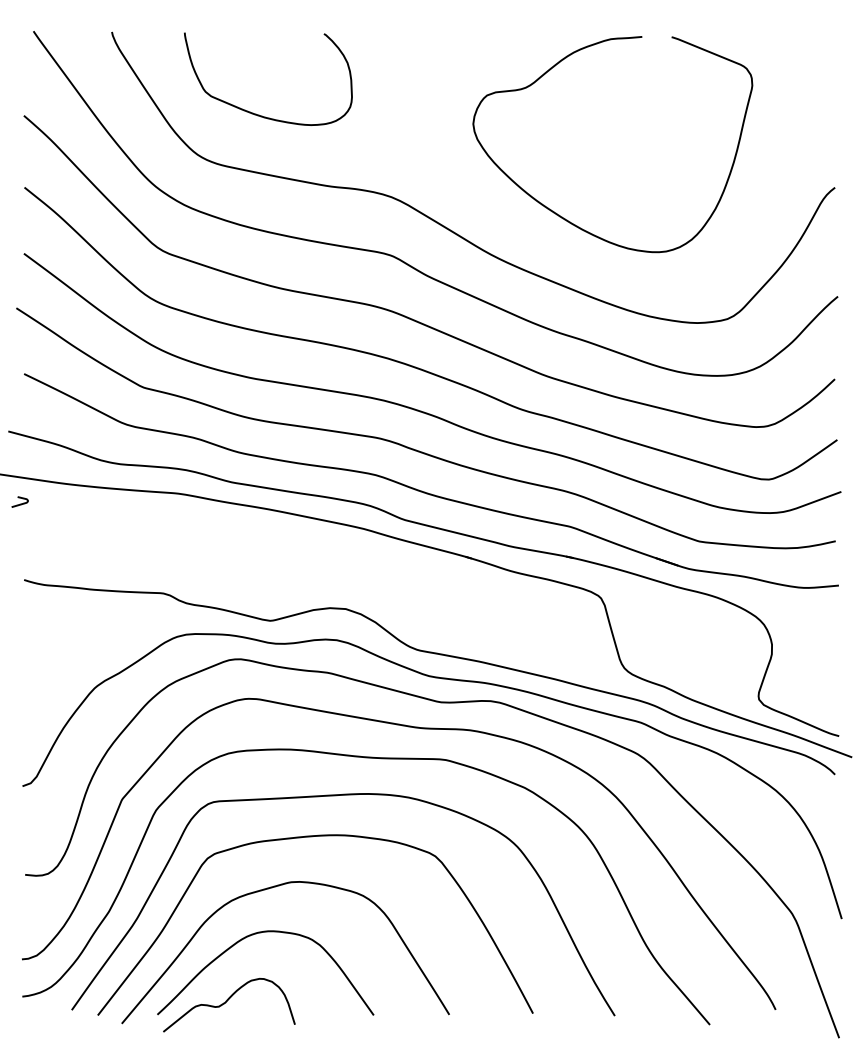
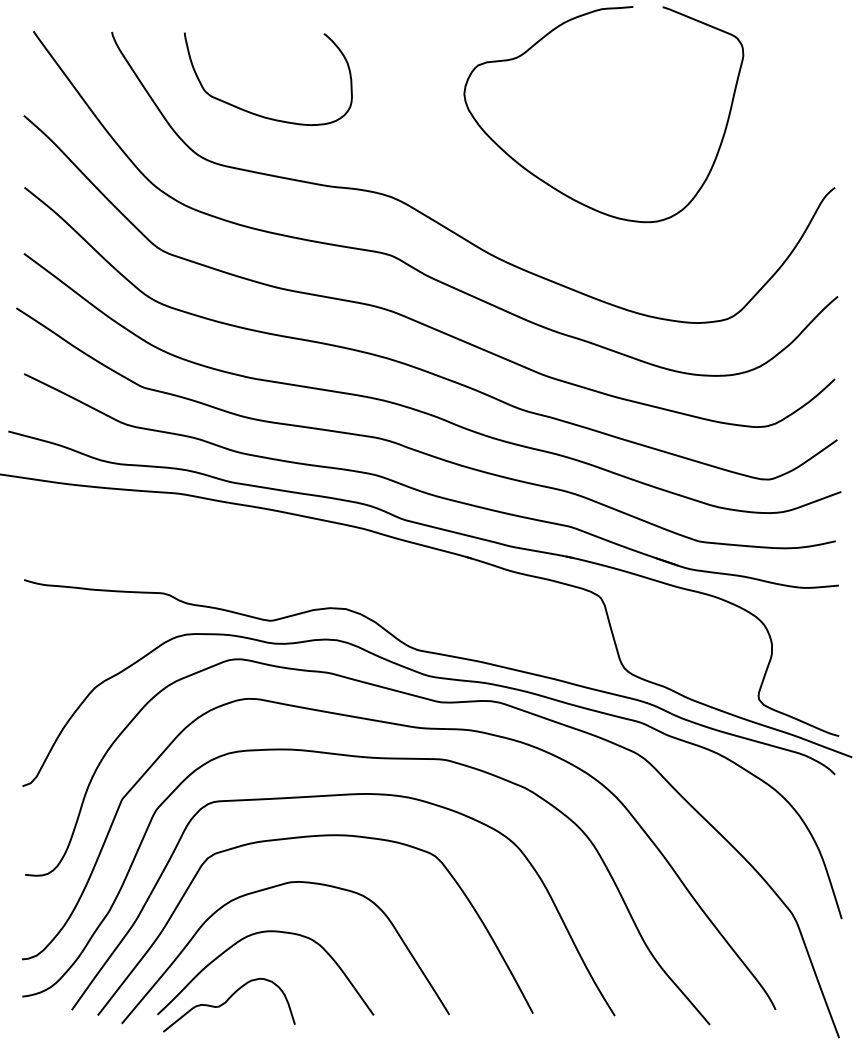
curve at (567, 219) position: (567, 219) -> (558, 189)
curve at (20, 503): present -> none
